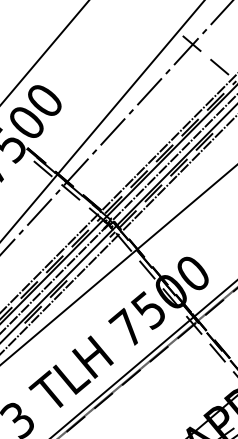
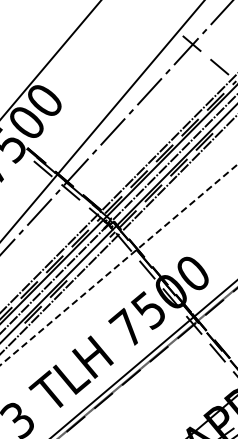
line at (44, 52) position: (44, 52) -> (50, 59)
line at (119, 264): solid -> dashed
